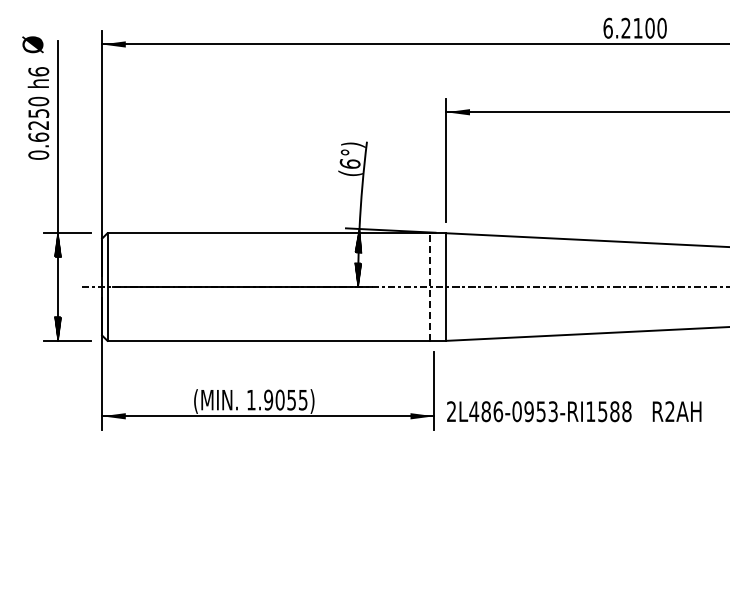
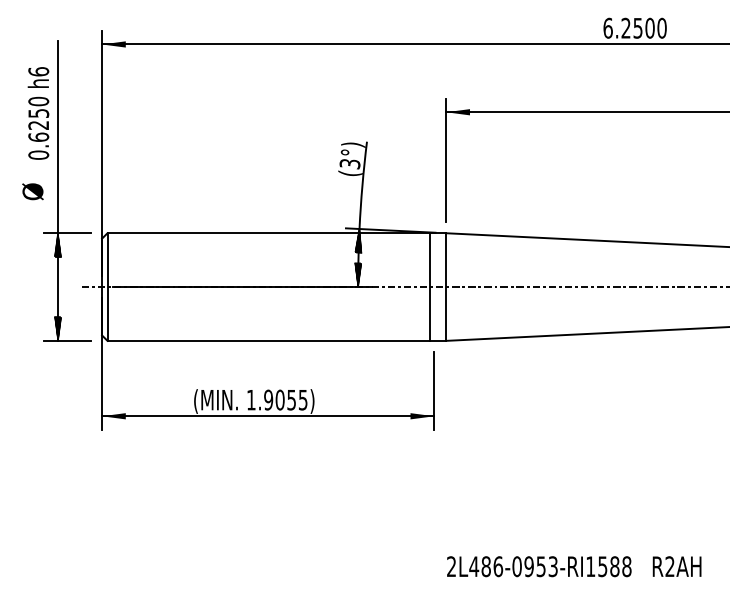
text at (637, 28): 6.2100 -> 6.2500
text at (32, 44) position: (32, 44) -> (32, 191)
text at (349, 164): (6°) -> (3°)
line at (430, 287): dashed -> solid
text at (574, 411) position: (574, 411) -> (574, 566)
